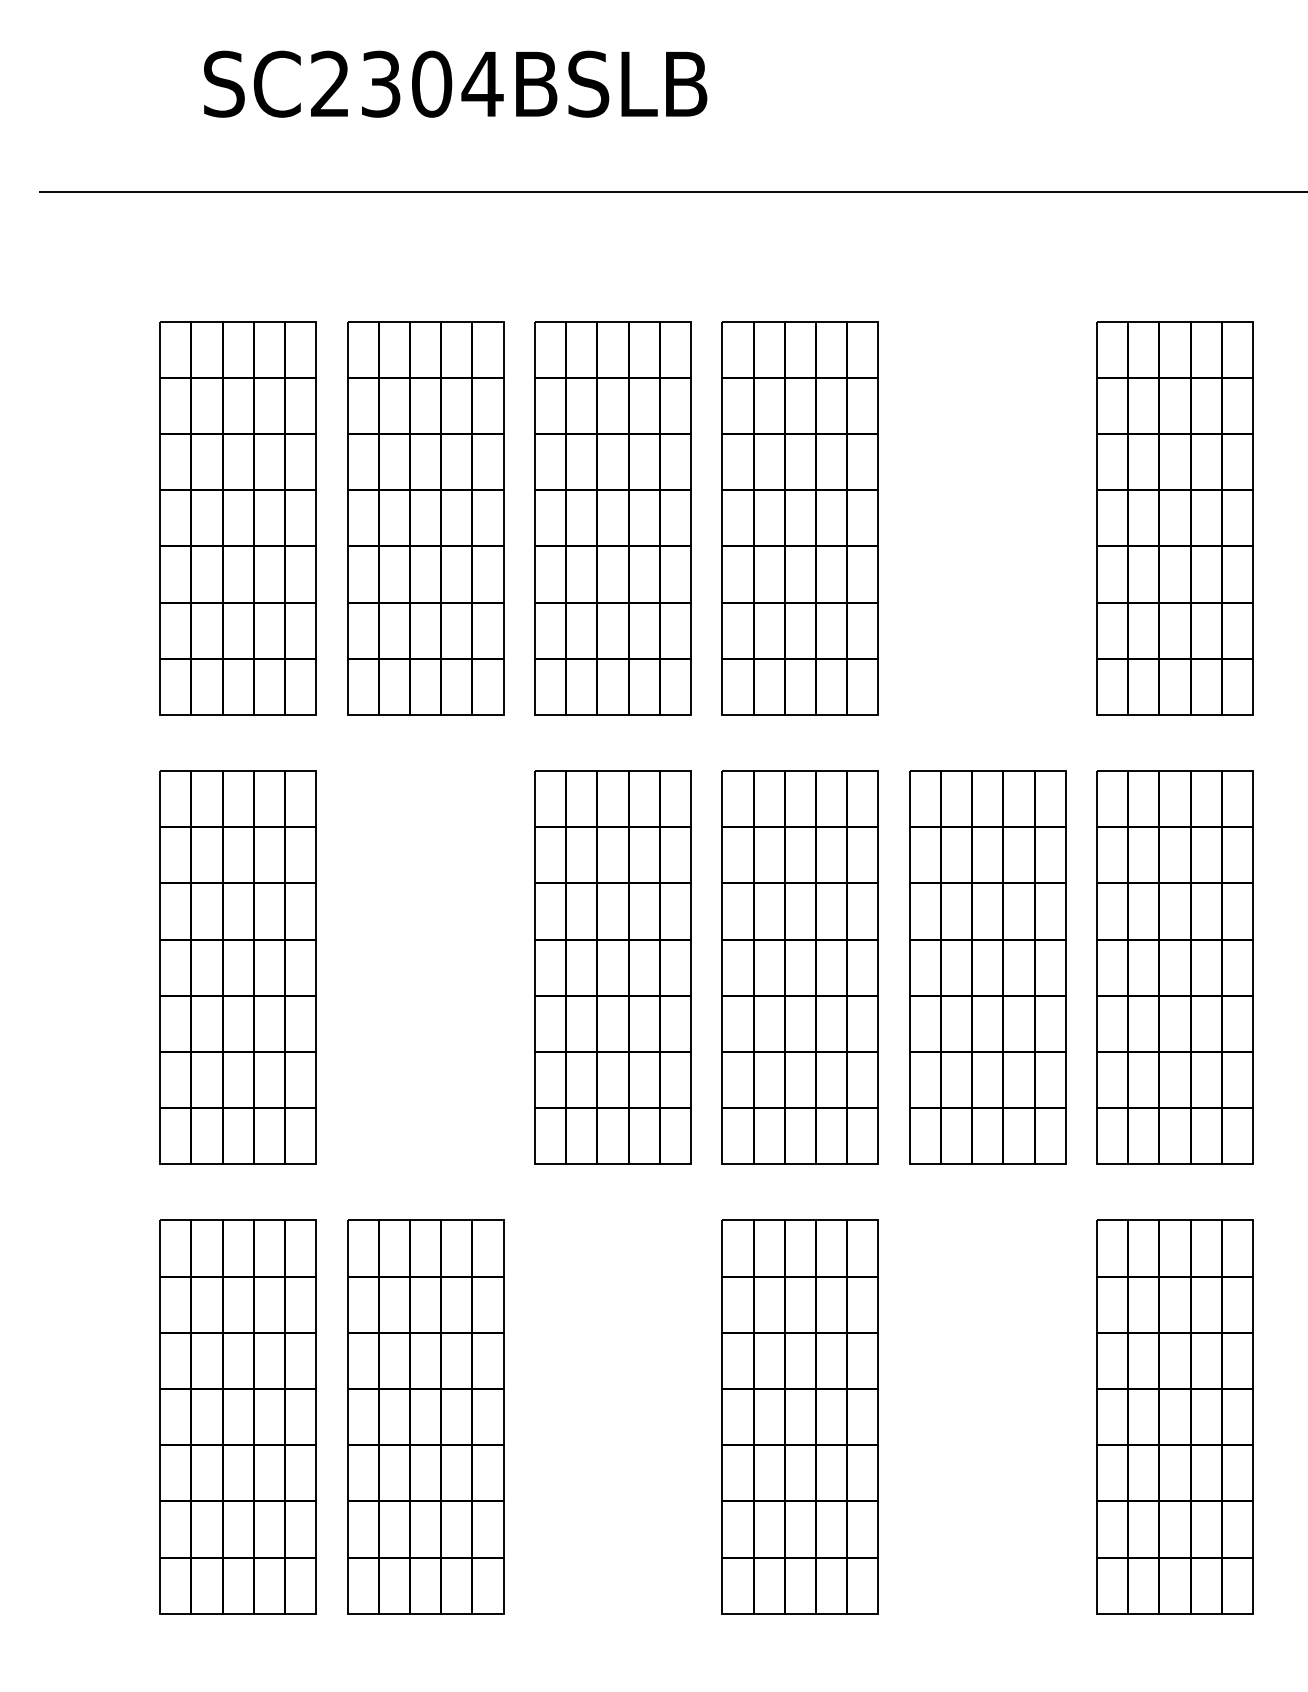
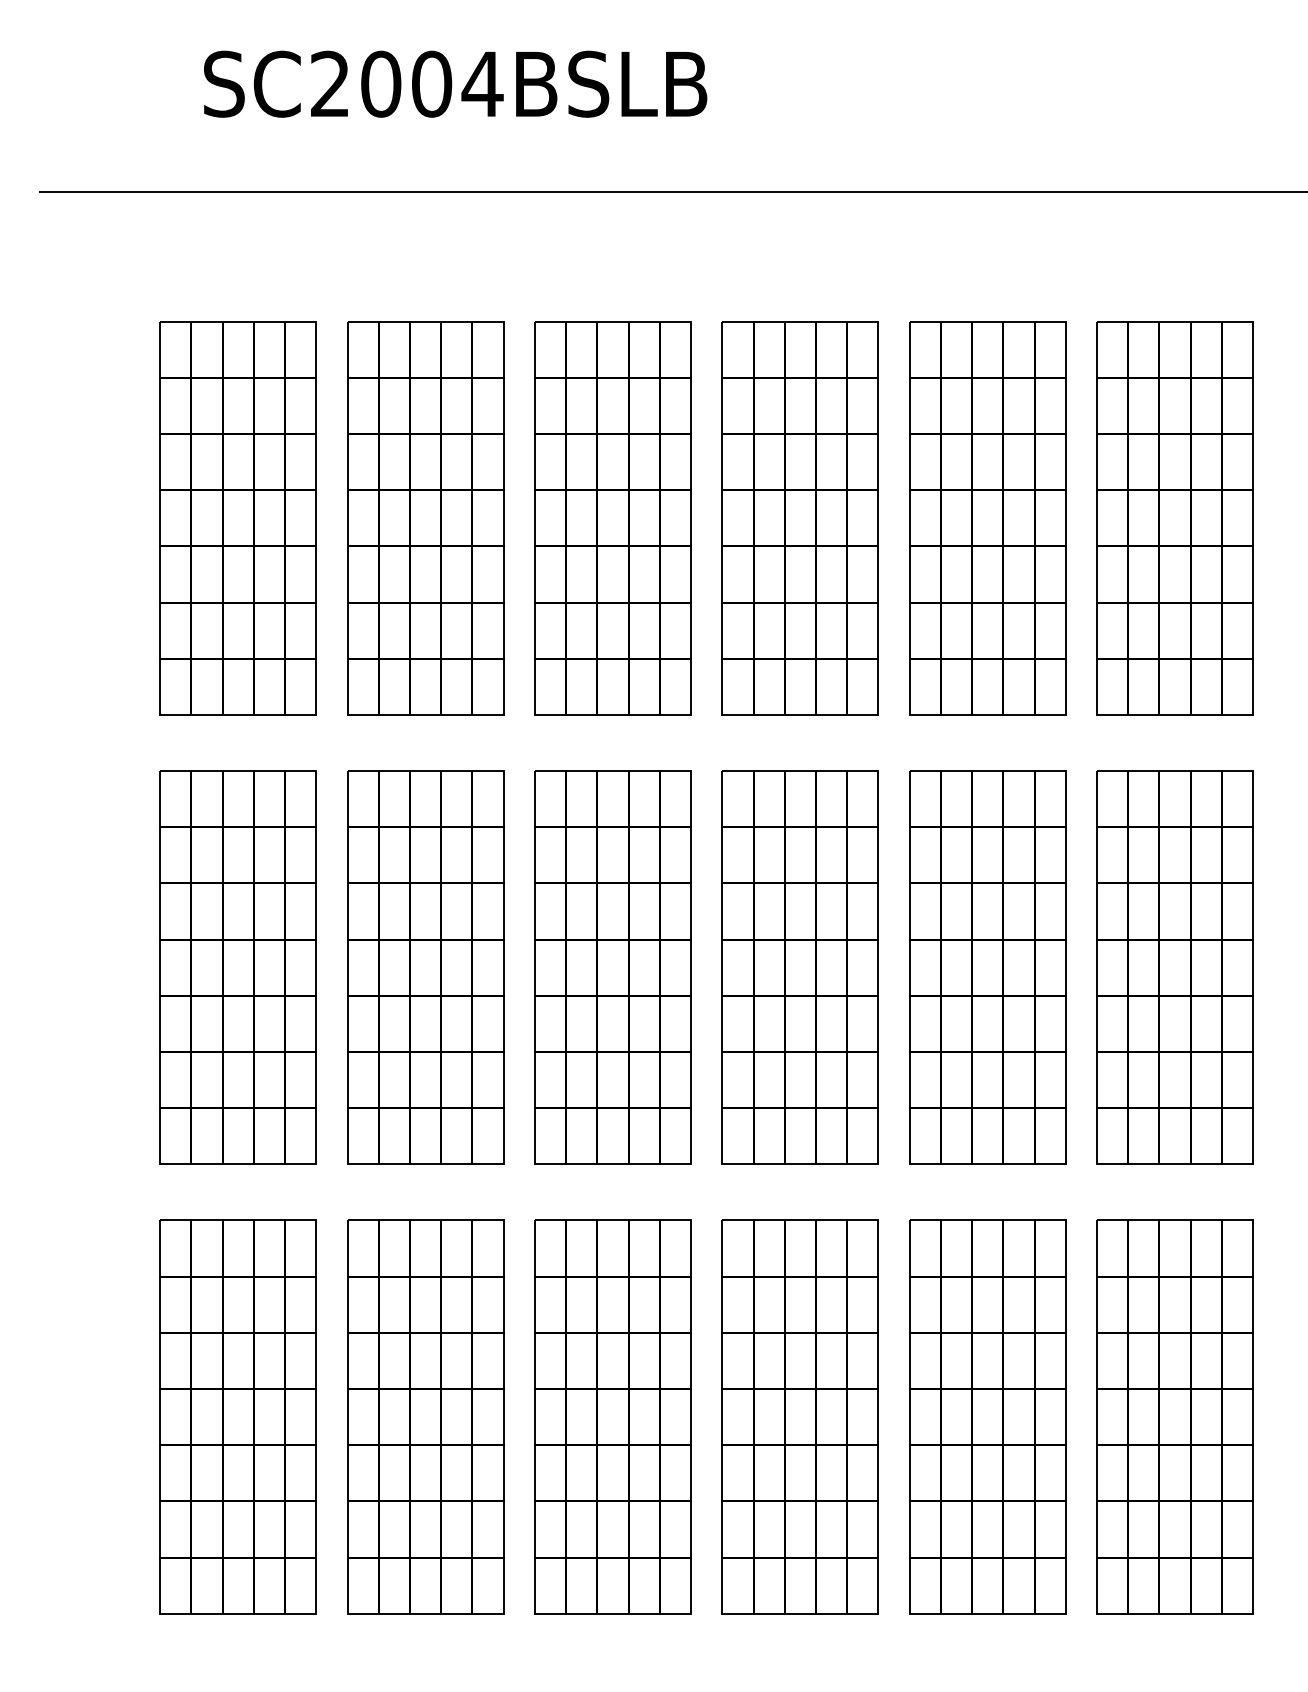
text at (381, 83): SC2304BSLB -> SC2004BSLB
part at (987, 518): none -> present
part at (425, 967): none -> present
part at (612, 1416): none -> present
part at (987, 1416): none -> present
